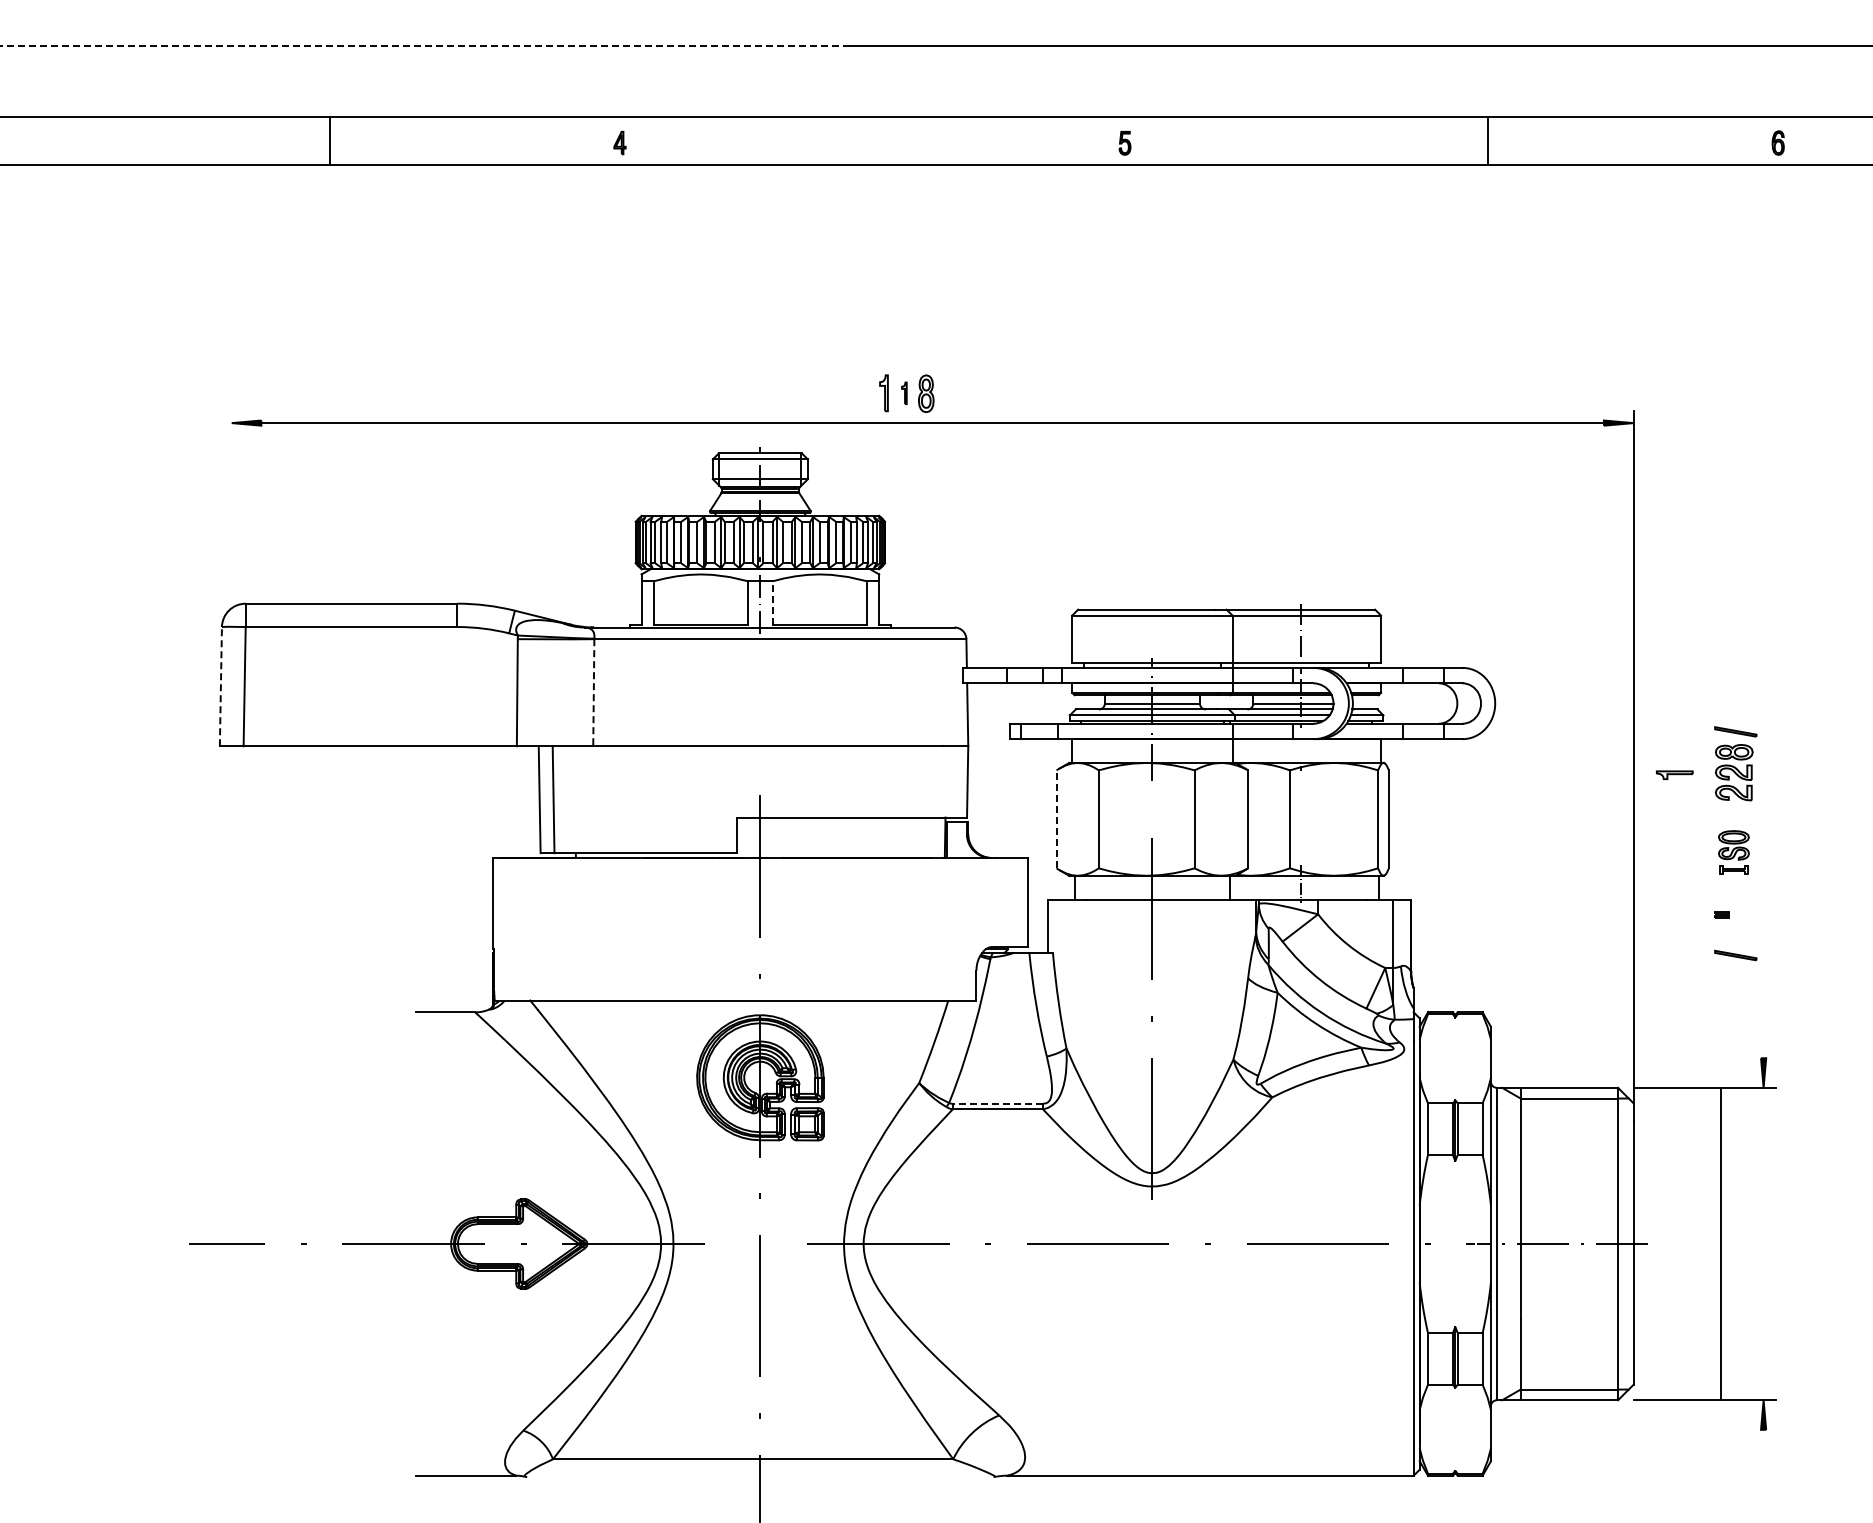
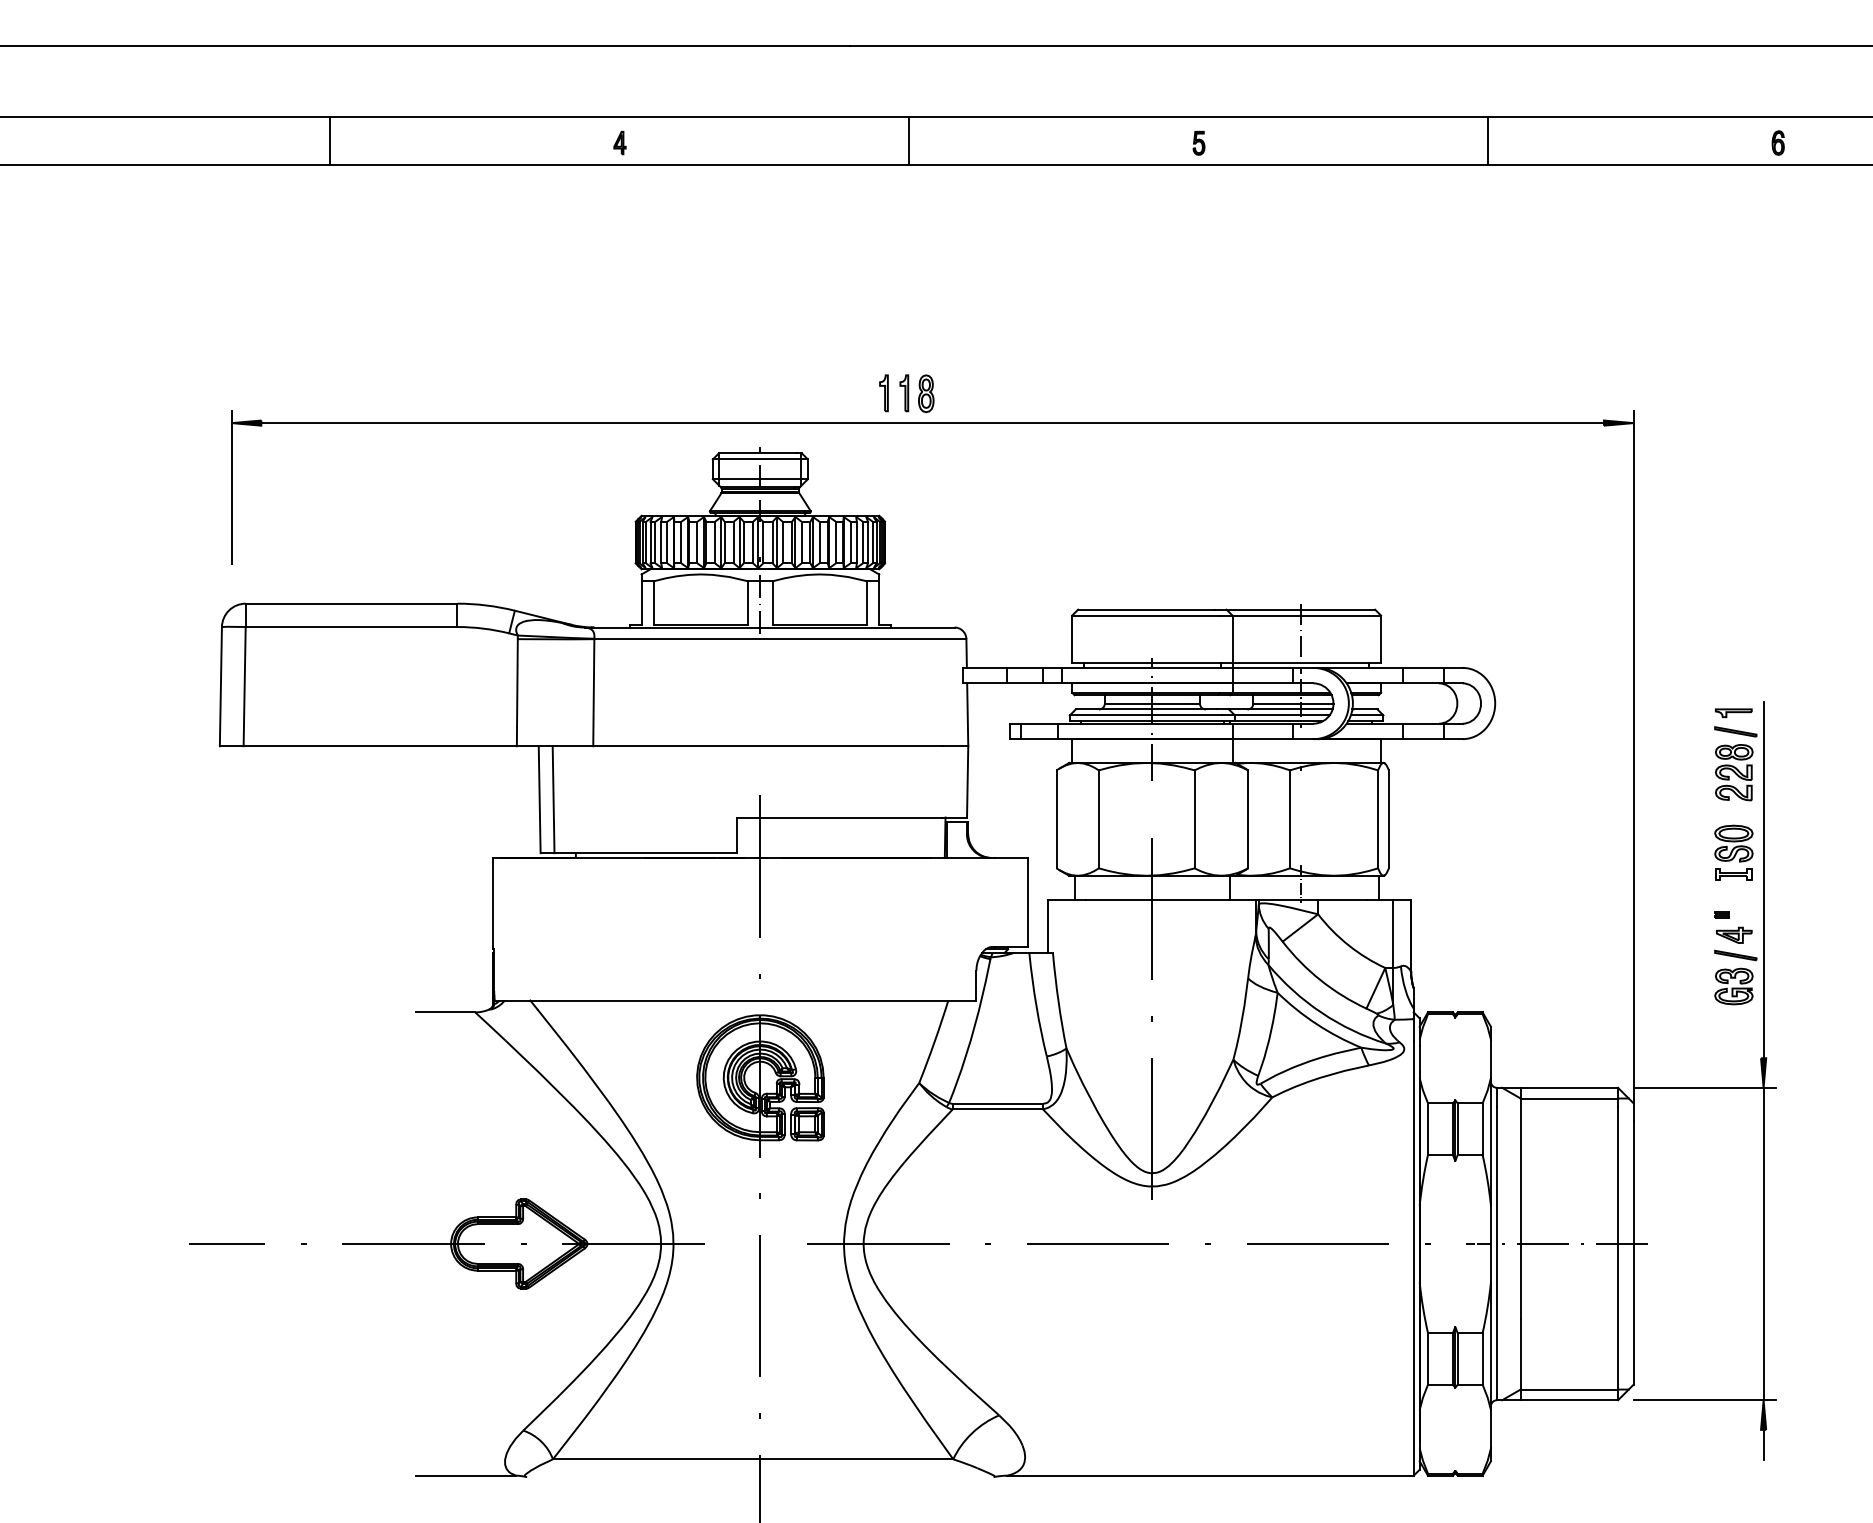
line at (424, 45): dashed -> solid
line at (909, 140): none -> present
part at (1124, 142) position: (1124, 142) -> (1198, 142)
part at (904, 392) size: 7x24 px -> 11x39 px
line at (231, 487): none -> present
line at (772, 603): dashed -> solid
line at (220, 686): dashed -> solid
line at (593, 692): dashed -> solid
part at (1674, 775) position: (1674, 775) -> (1733, 713)
line at (1056, 819): dashed -> solid
part at (1733, 852) size: 32x45 px -> 40x57 px
line at (1763, 880): none -> present
part at (1734, 934): none -> present
part at (1733, 986): none -> present
line at (997, 1103): dashed -> solid
line at (1720, 1243) position: (1720, 1243) -> (1763, 1243)
line at (1763, 1444): none -> present
